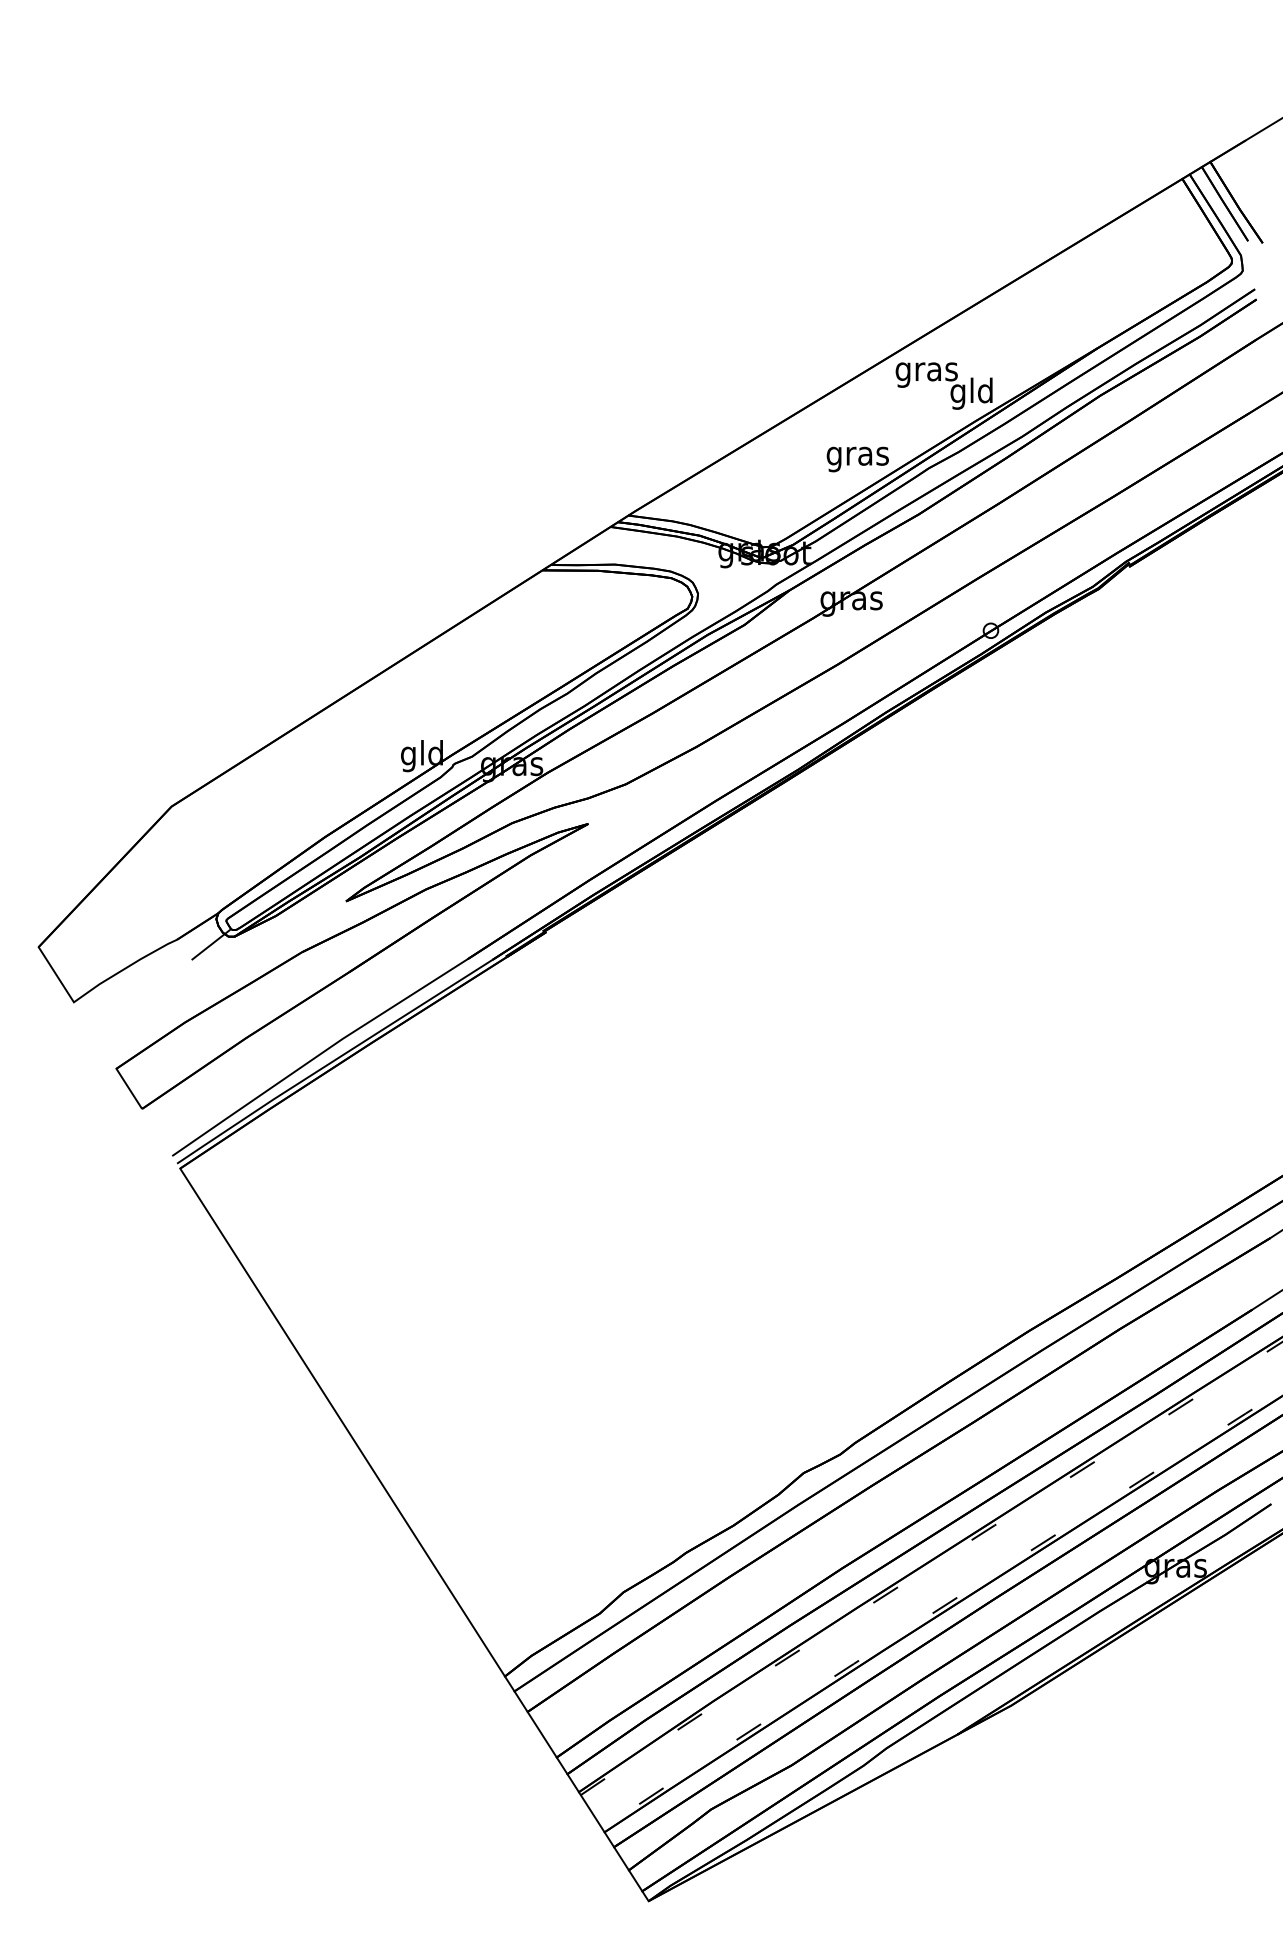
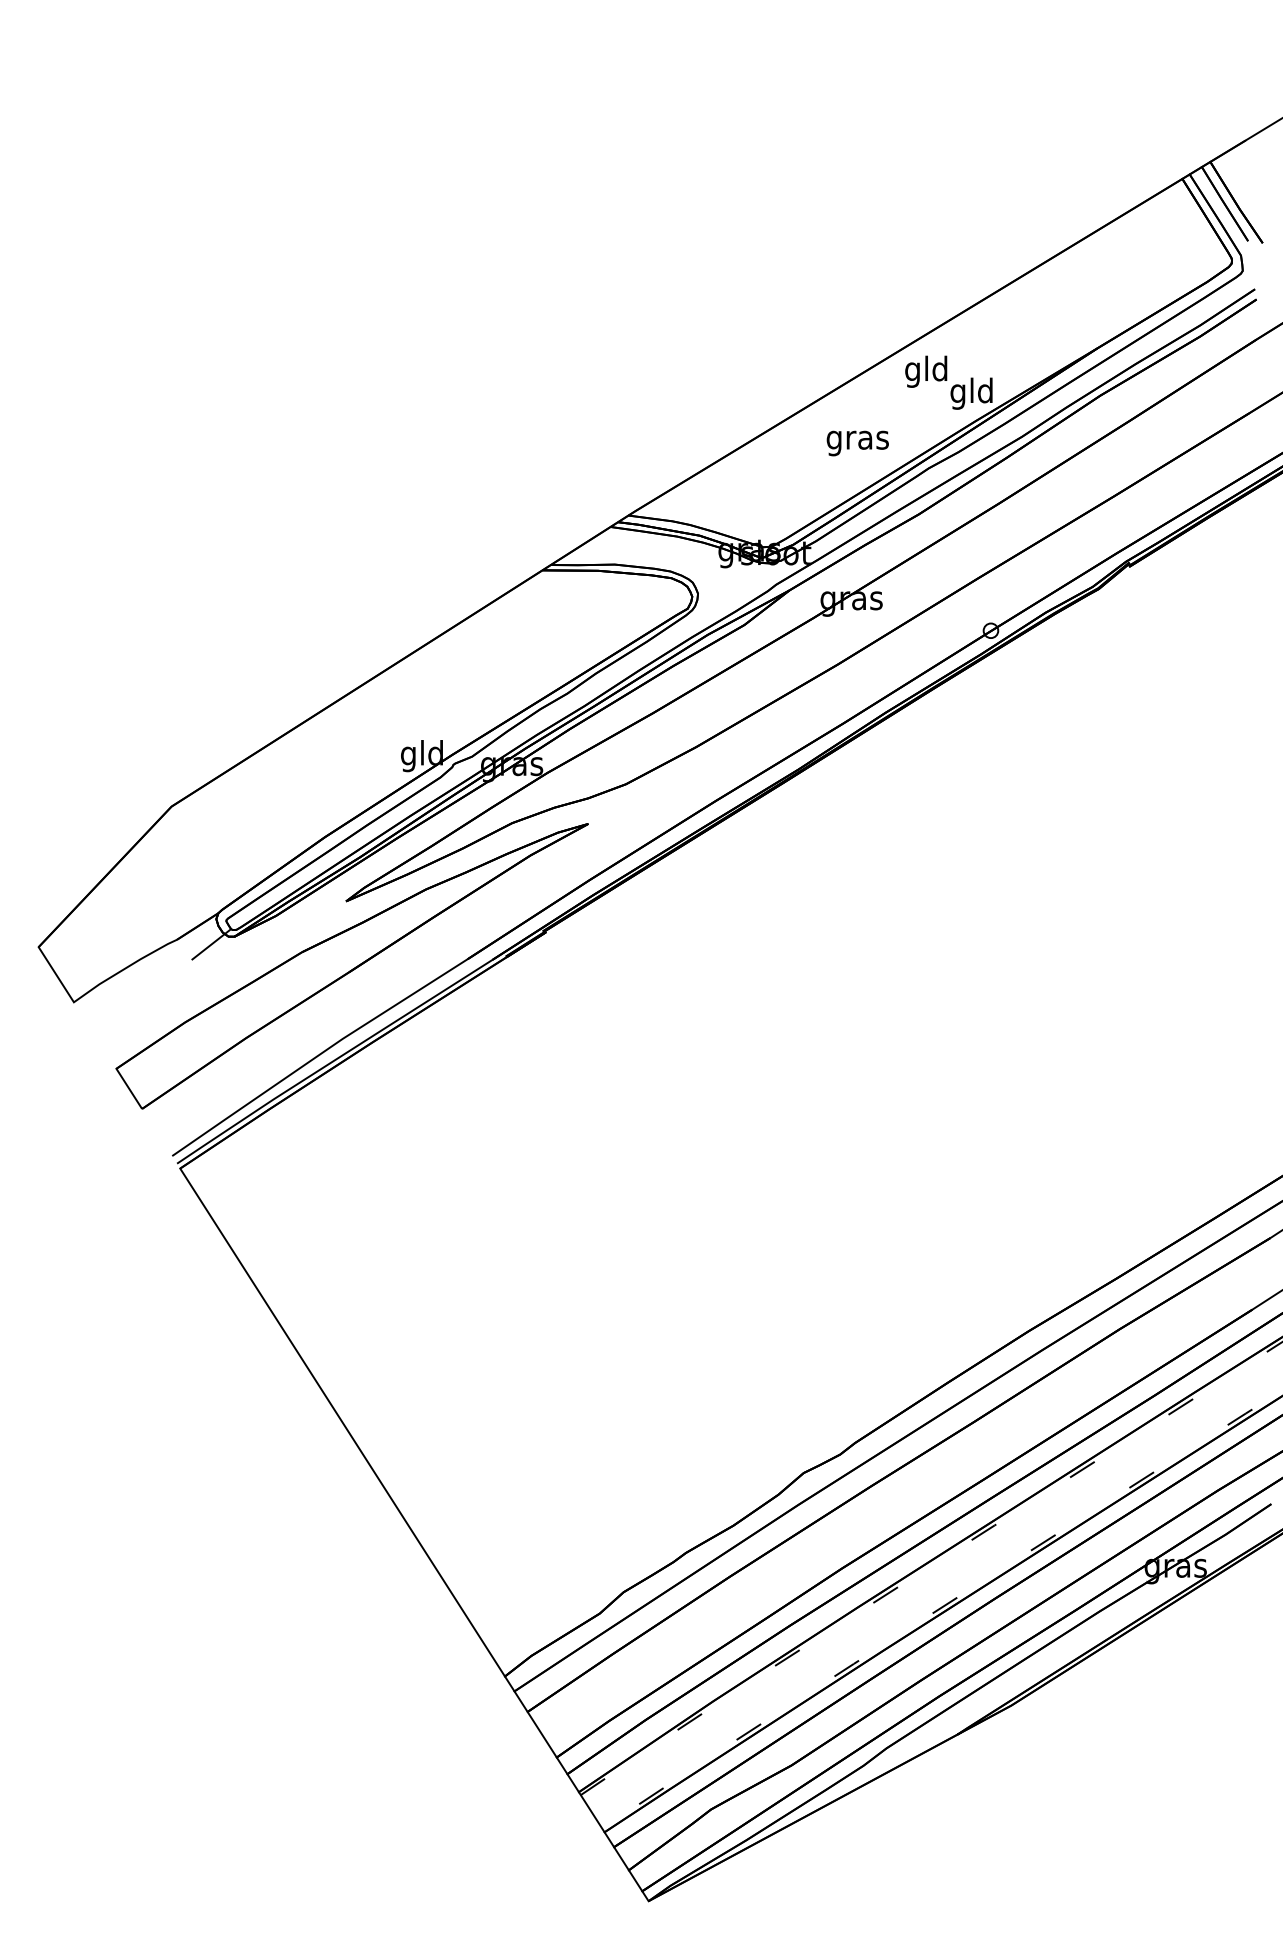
text at (926, 371): gras -> gld
text at (857, 459) position: (857, 459) -> (857, 443)
